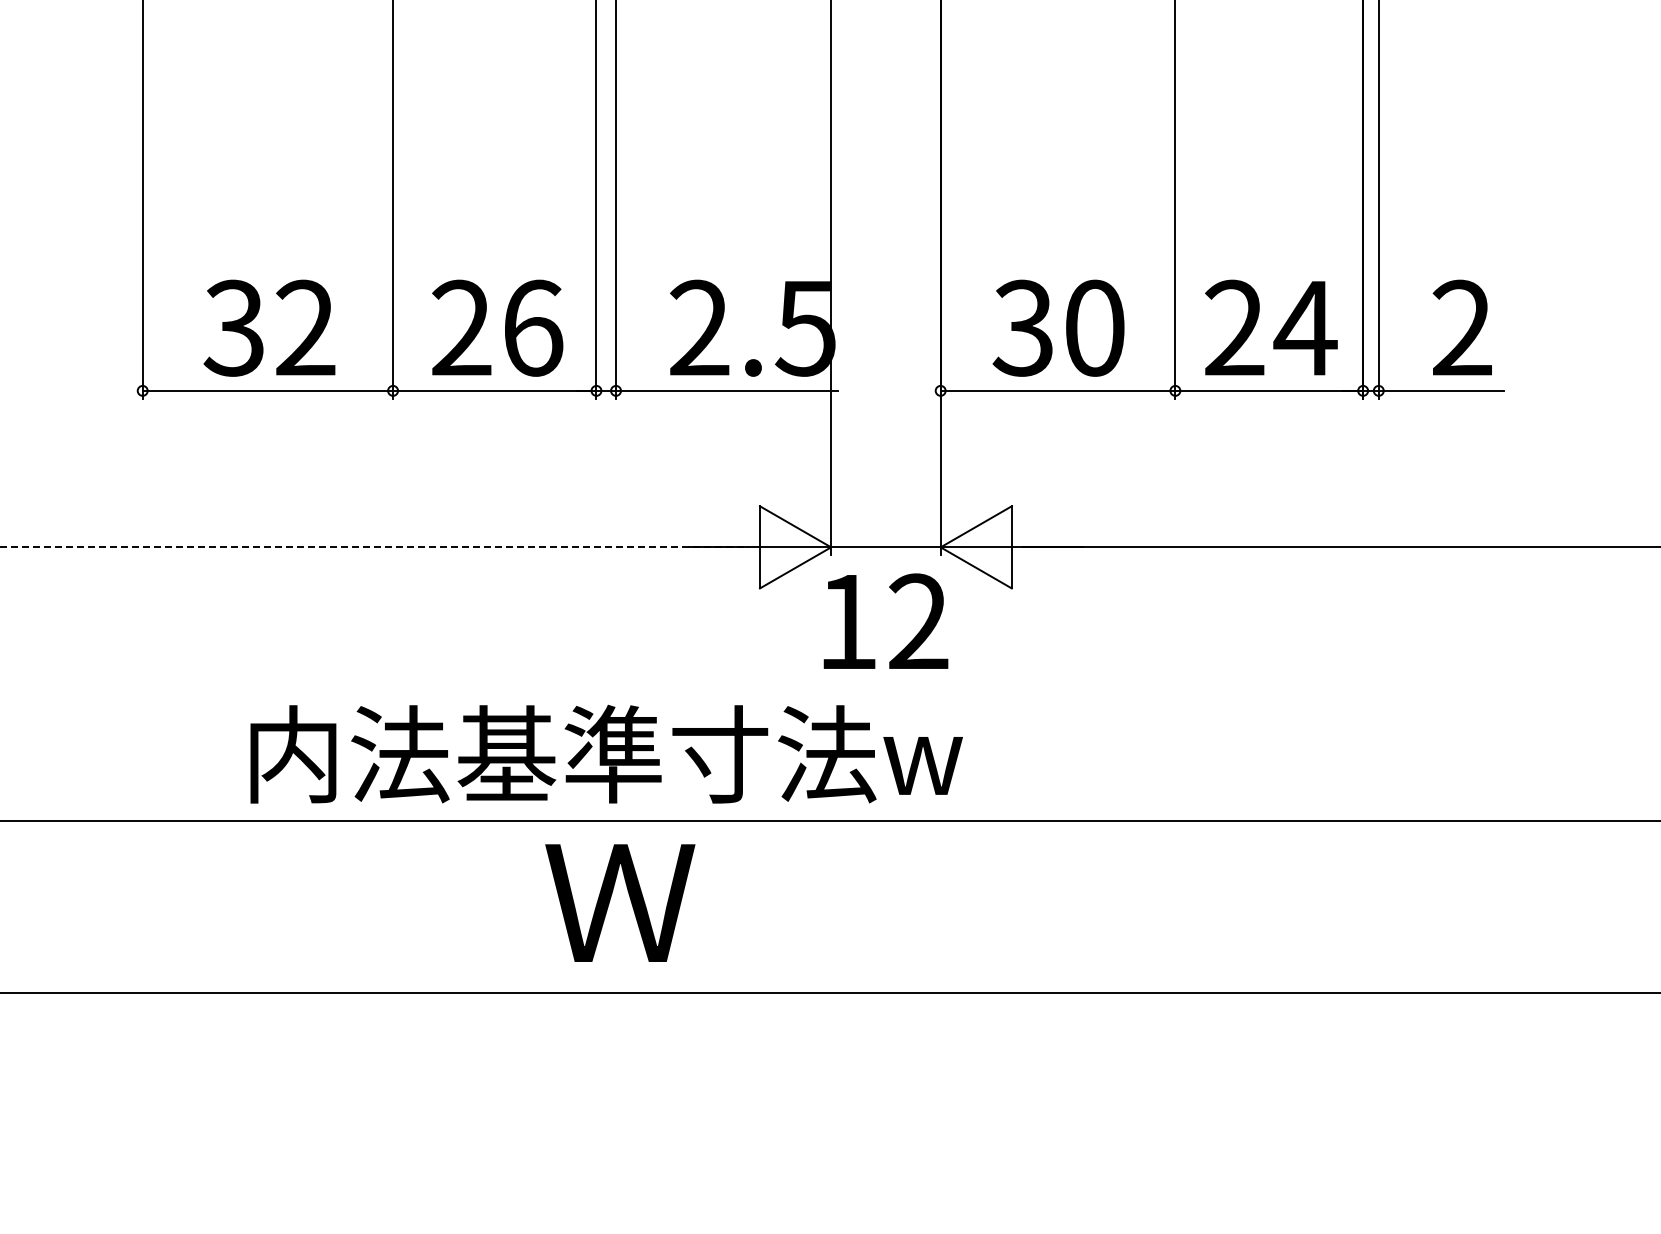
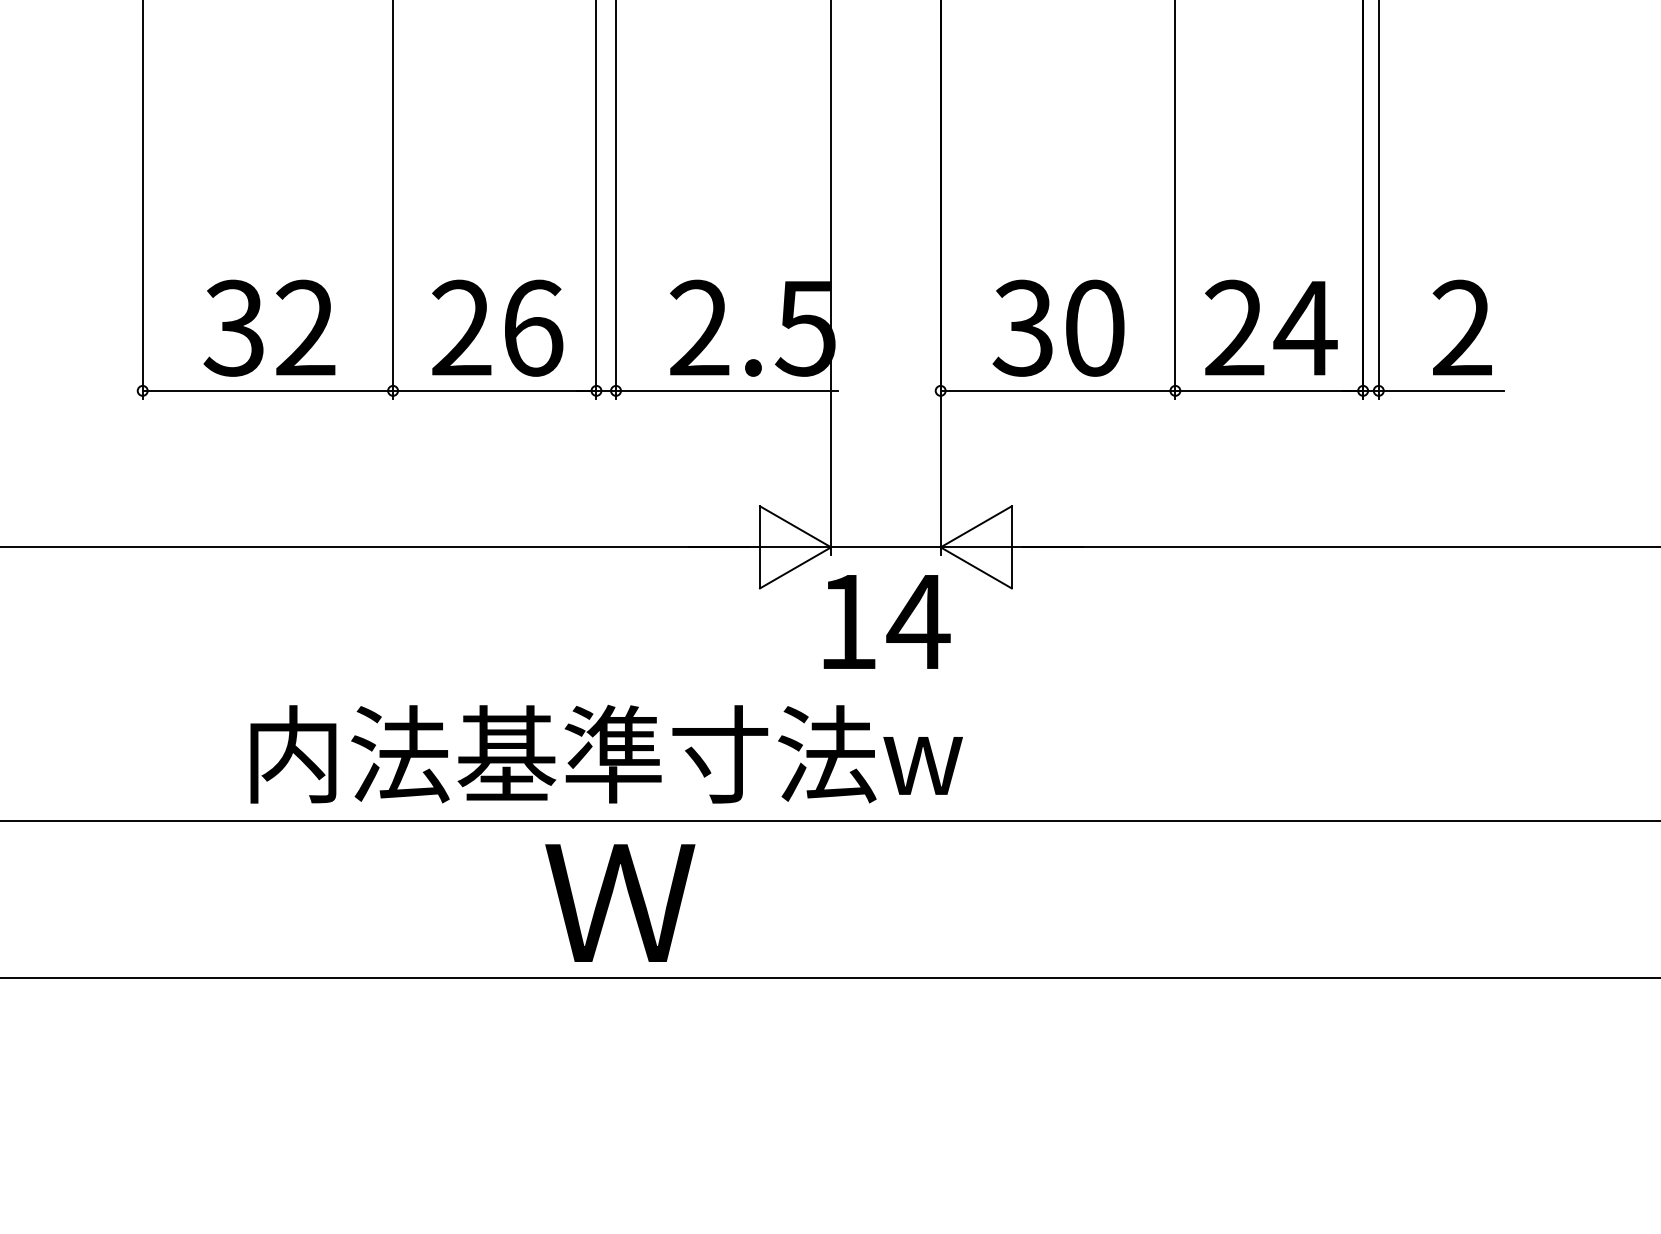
line at (375, 547): dashed -> solid
text at (918, 620): 12 -> 14
line at (829, 992) position: (829, 992) -> (829, 977)
